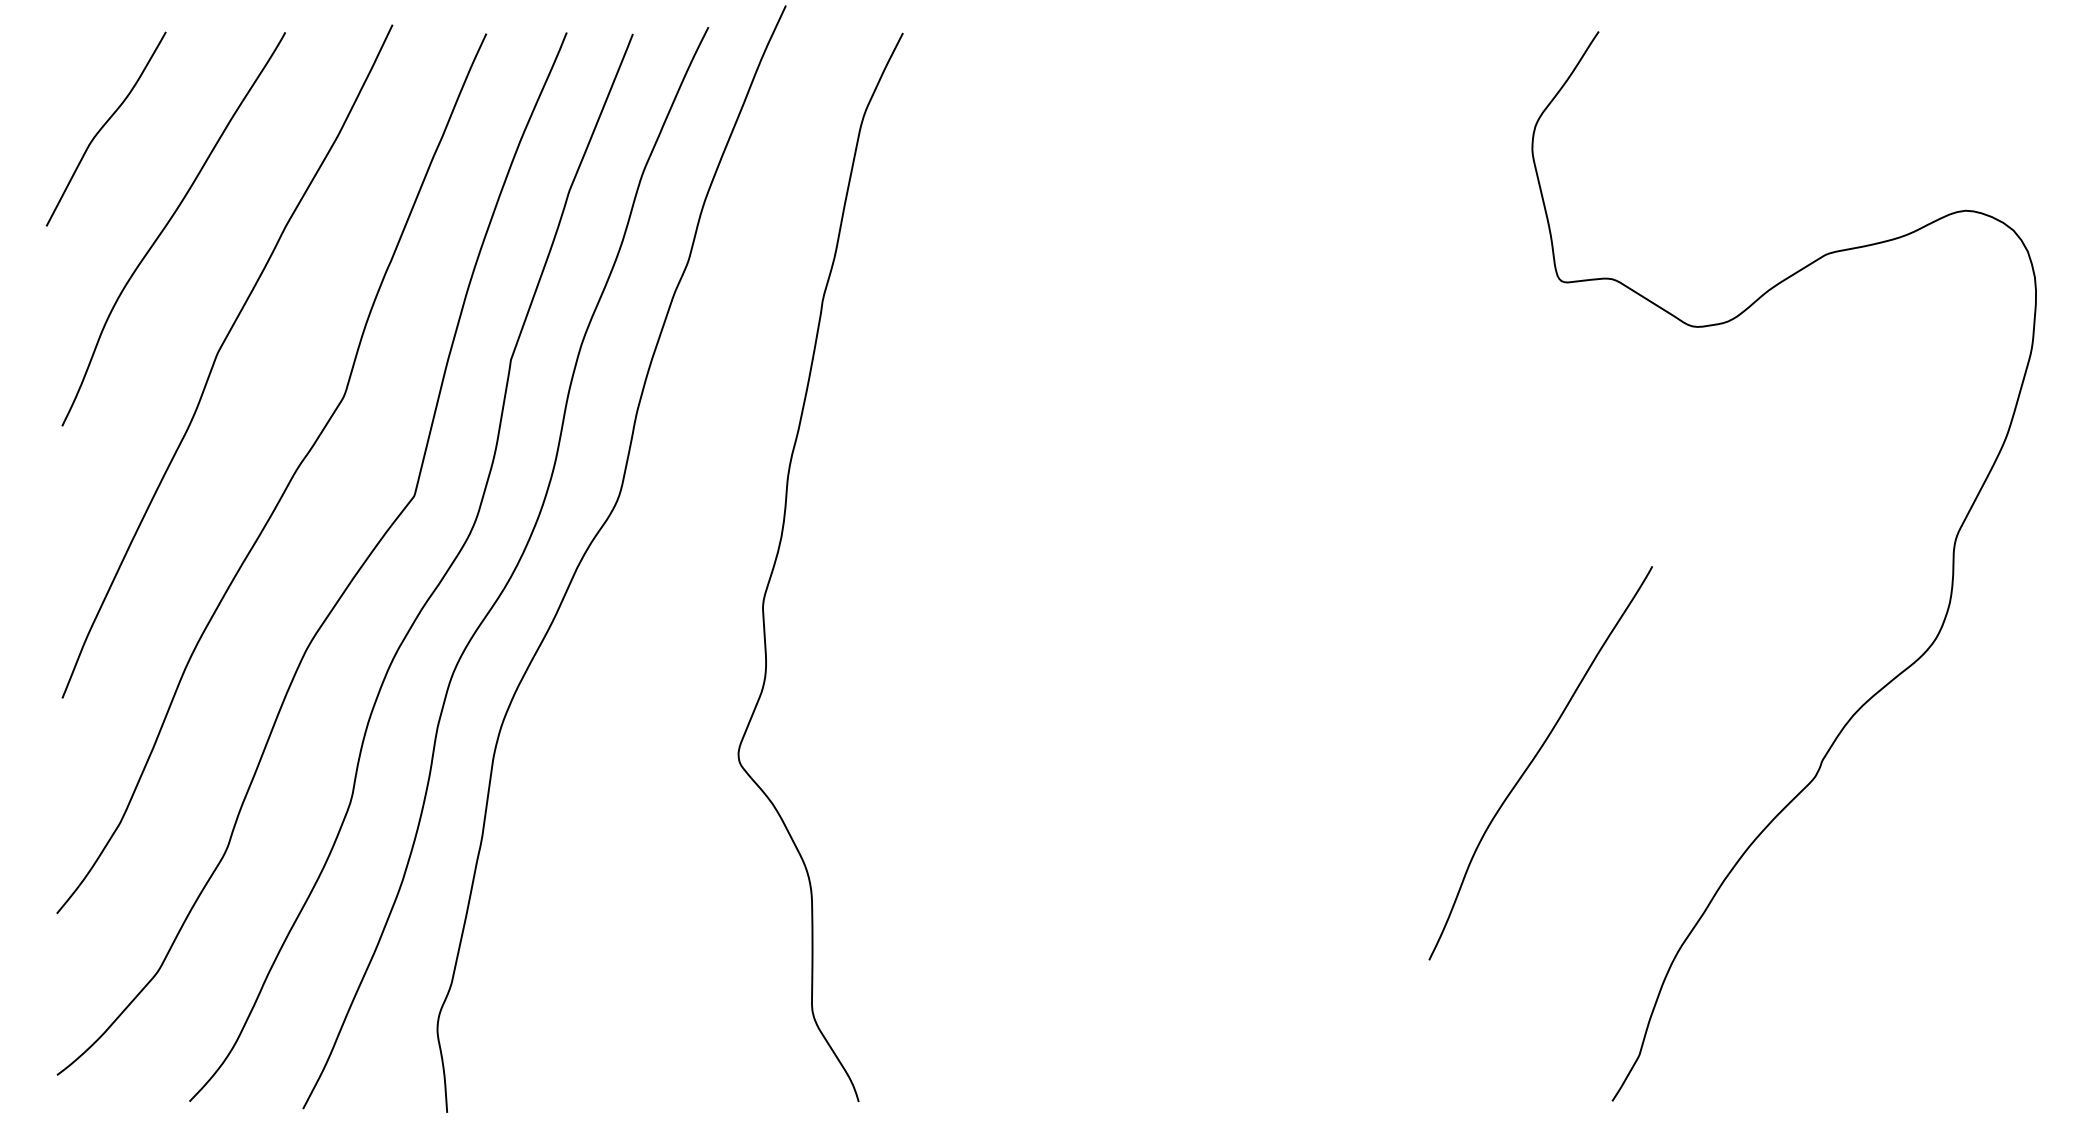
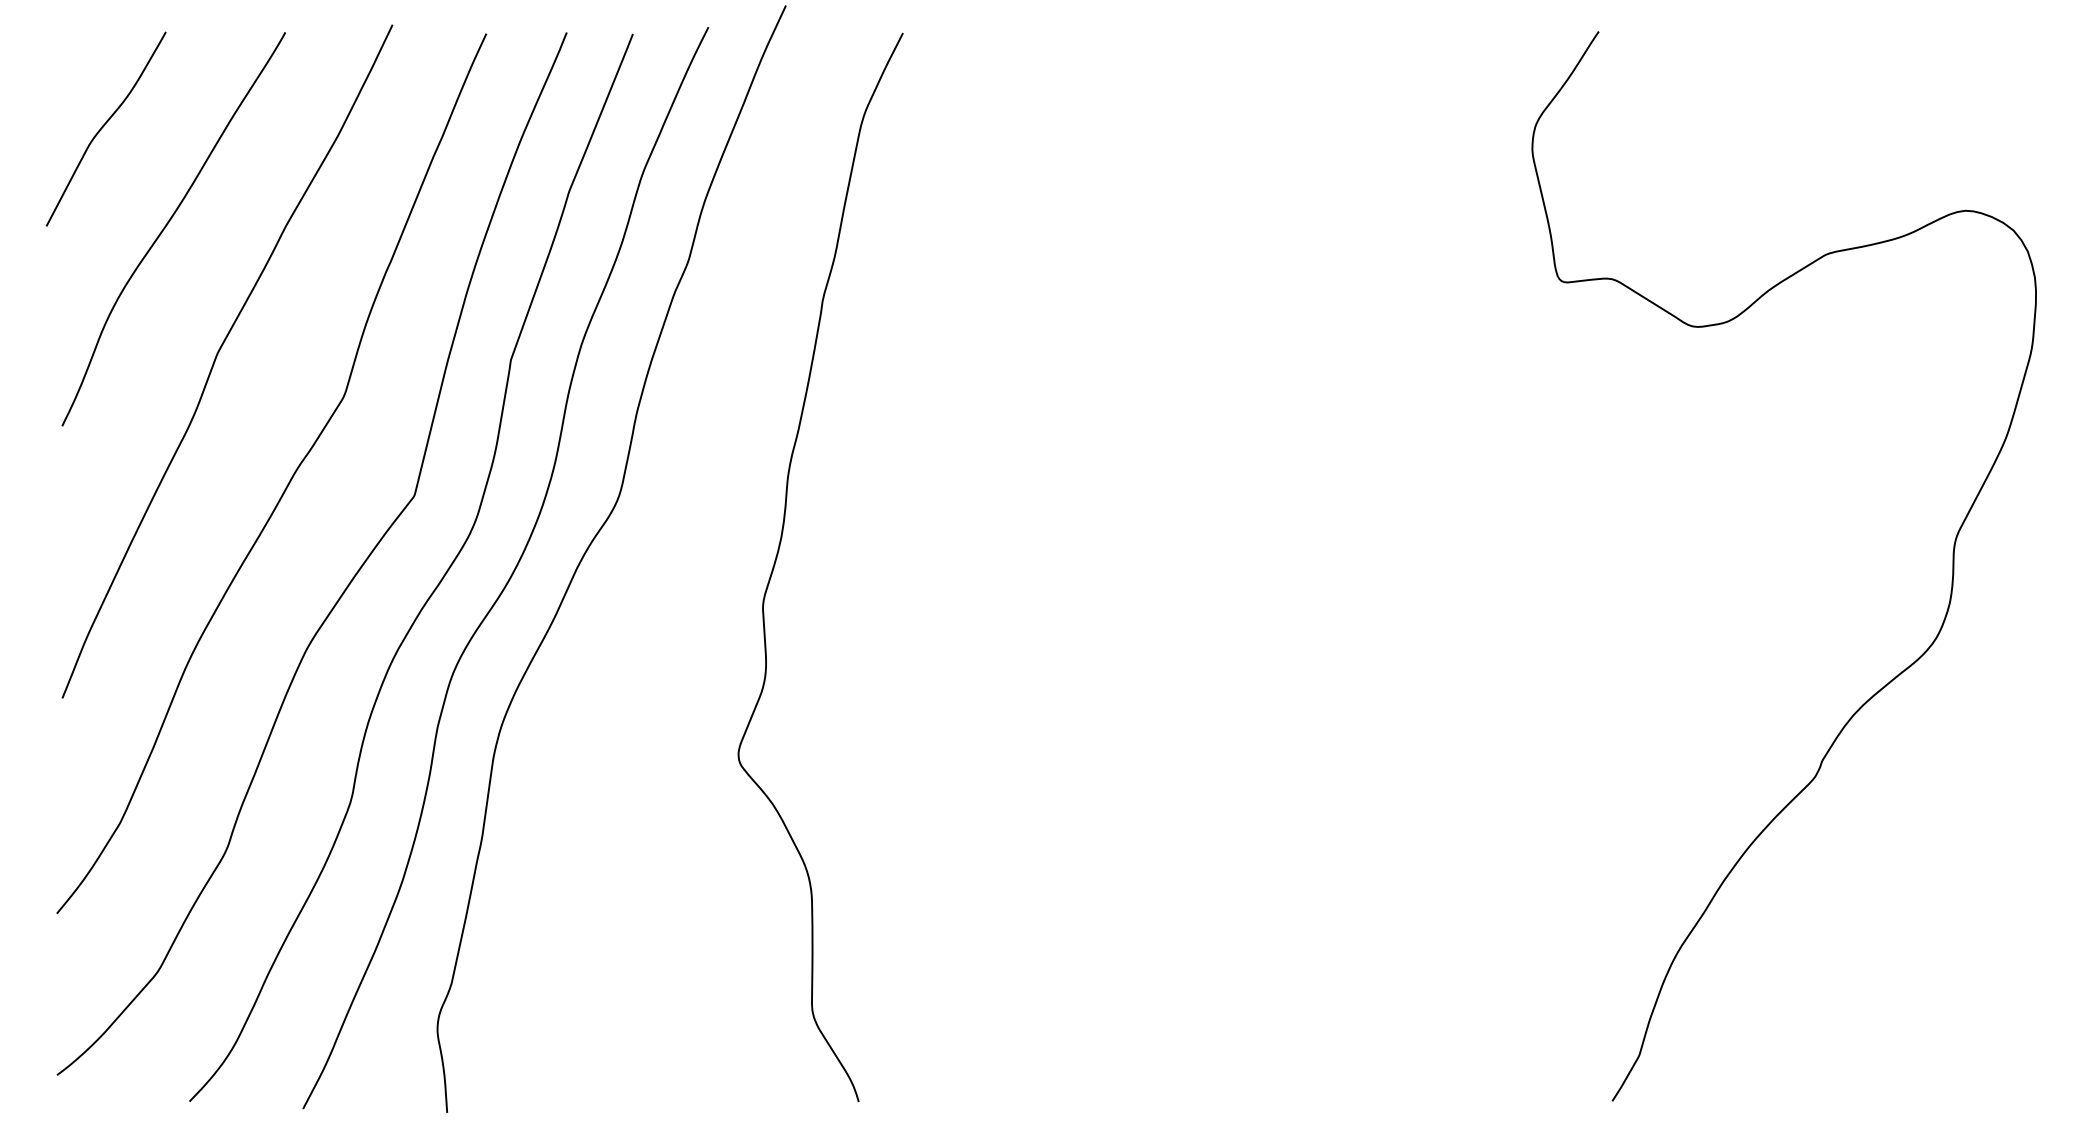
curve at (1535, 758): present -> none
